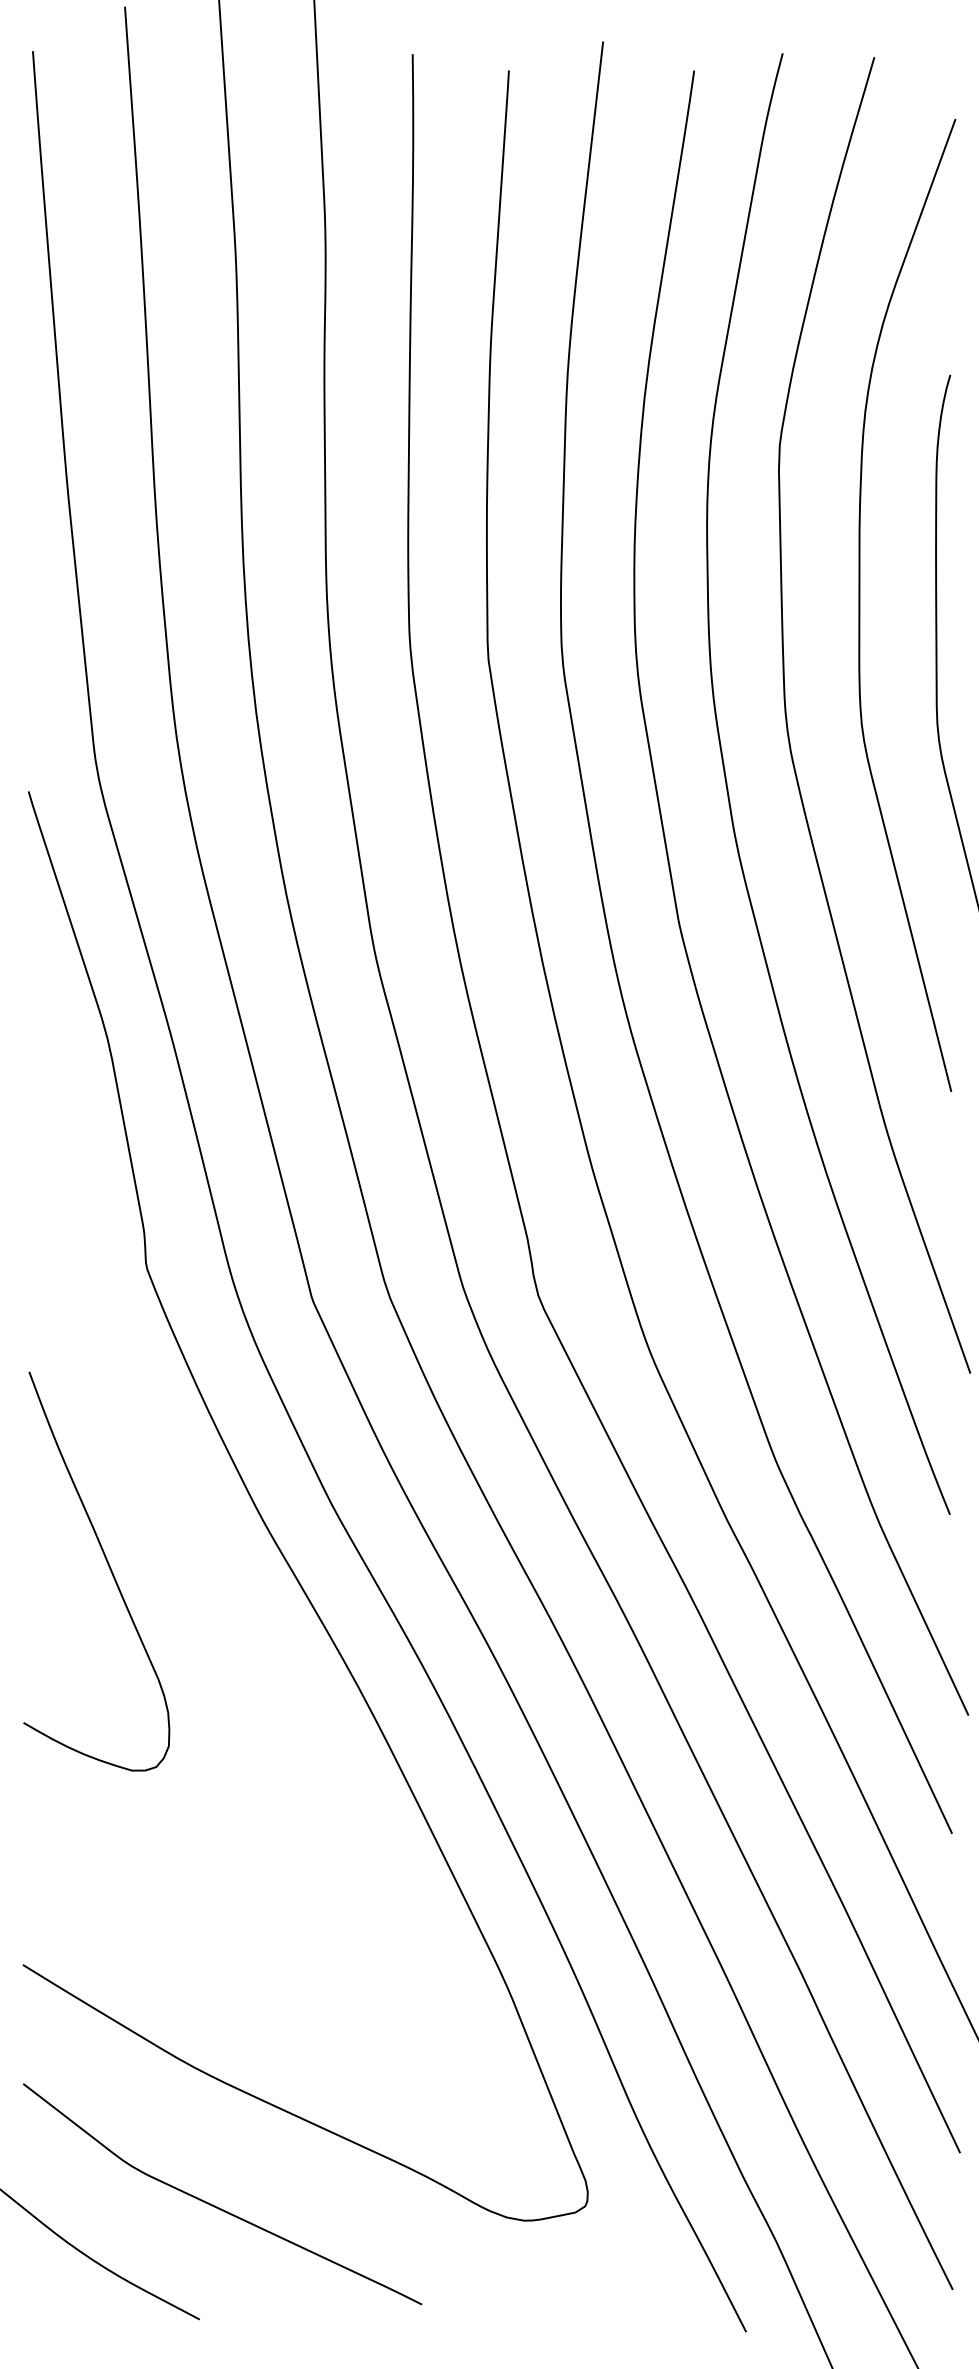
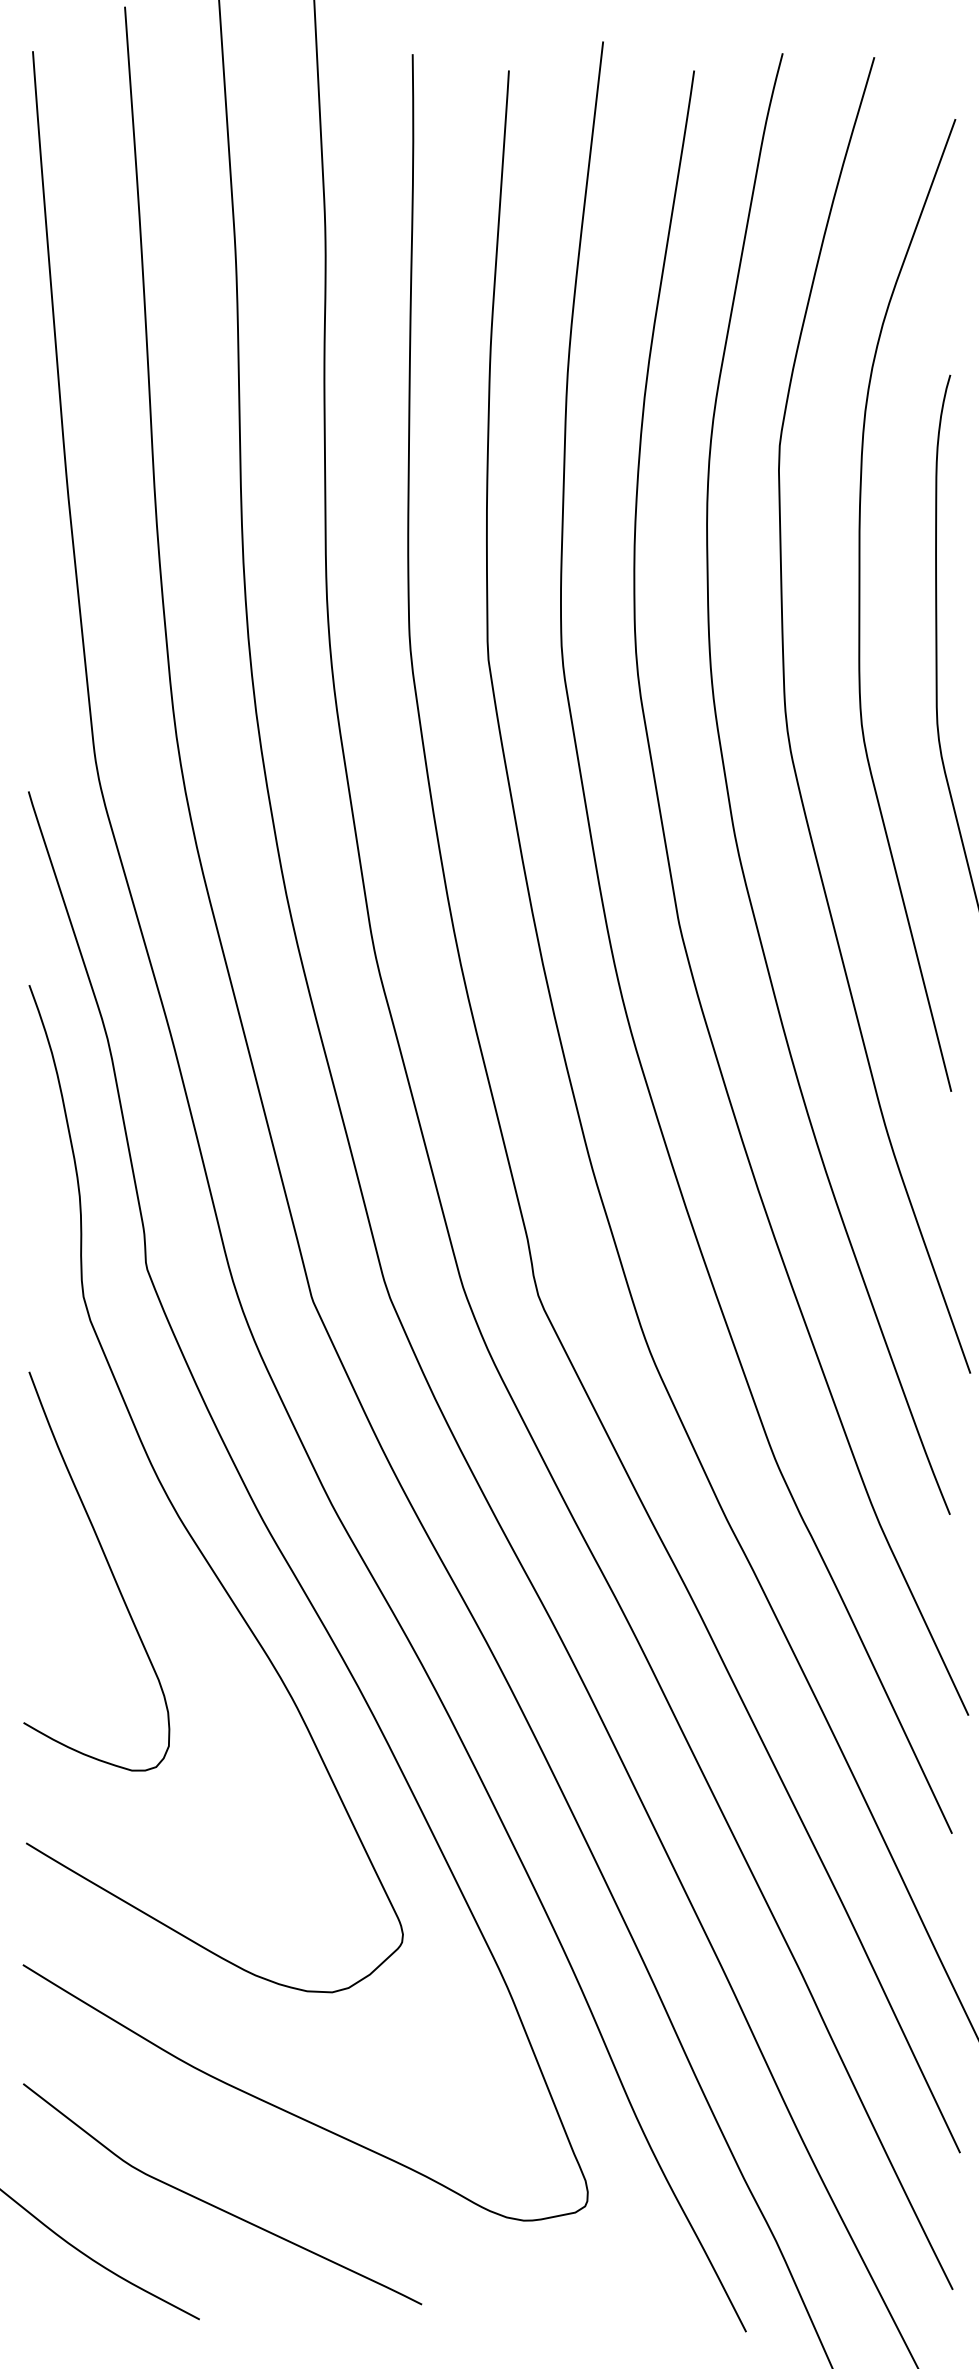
curve at (178, 1513): none -> present
